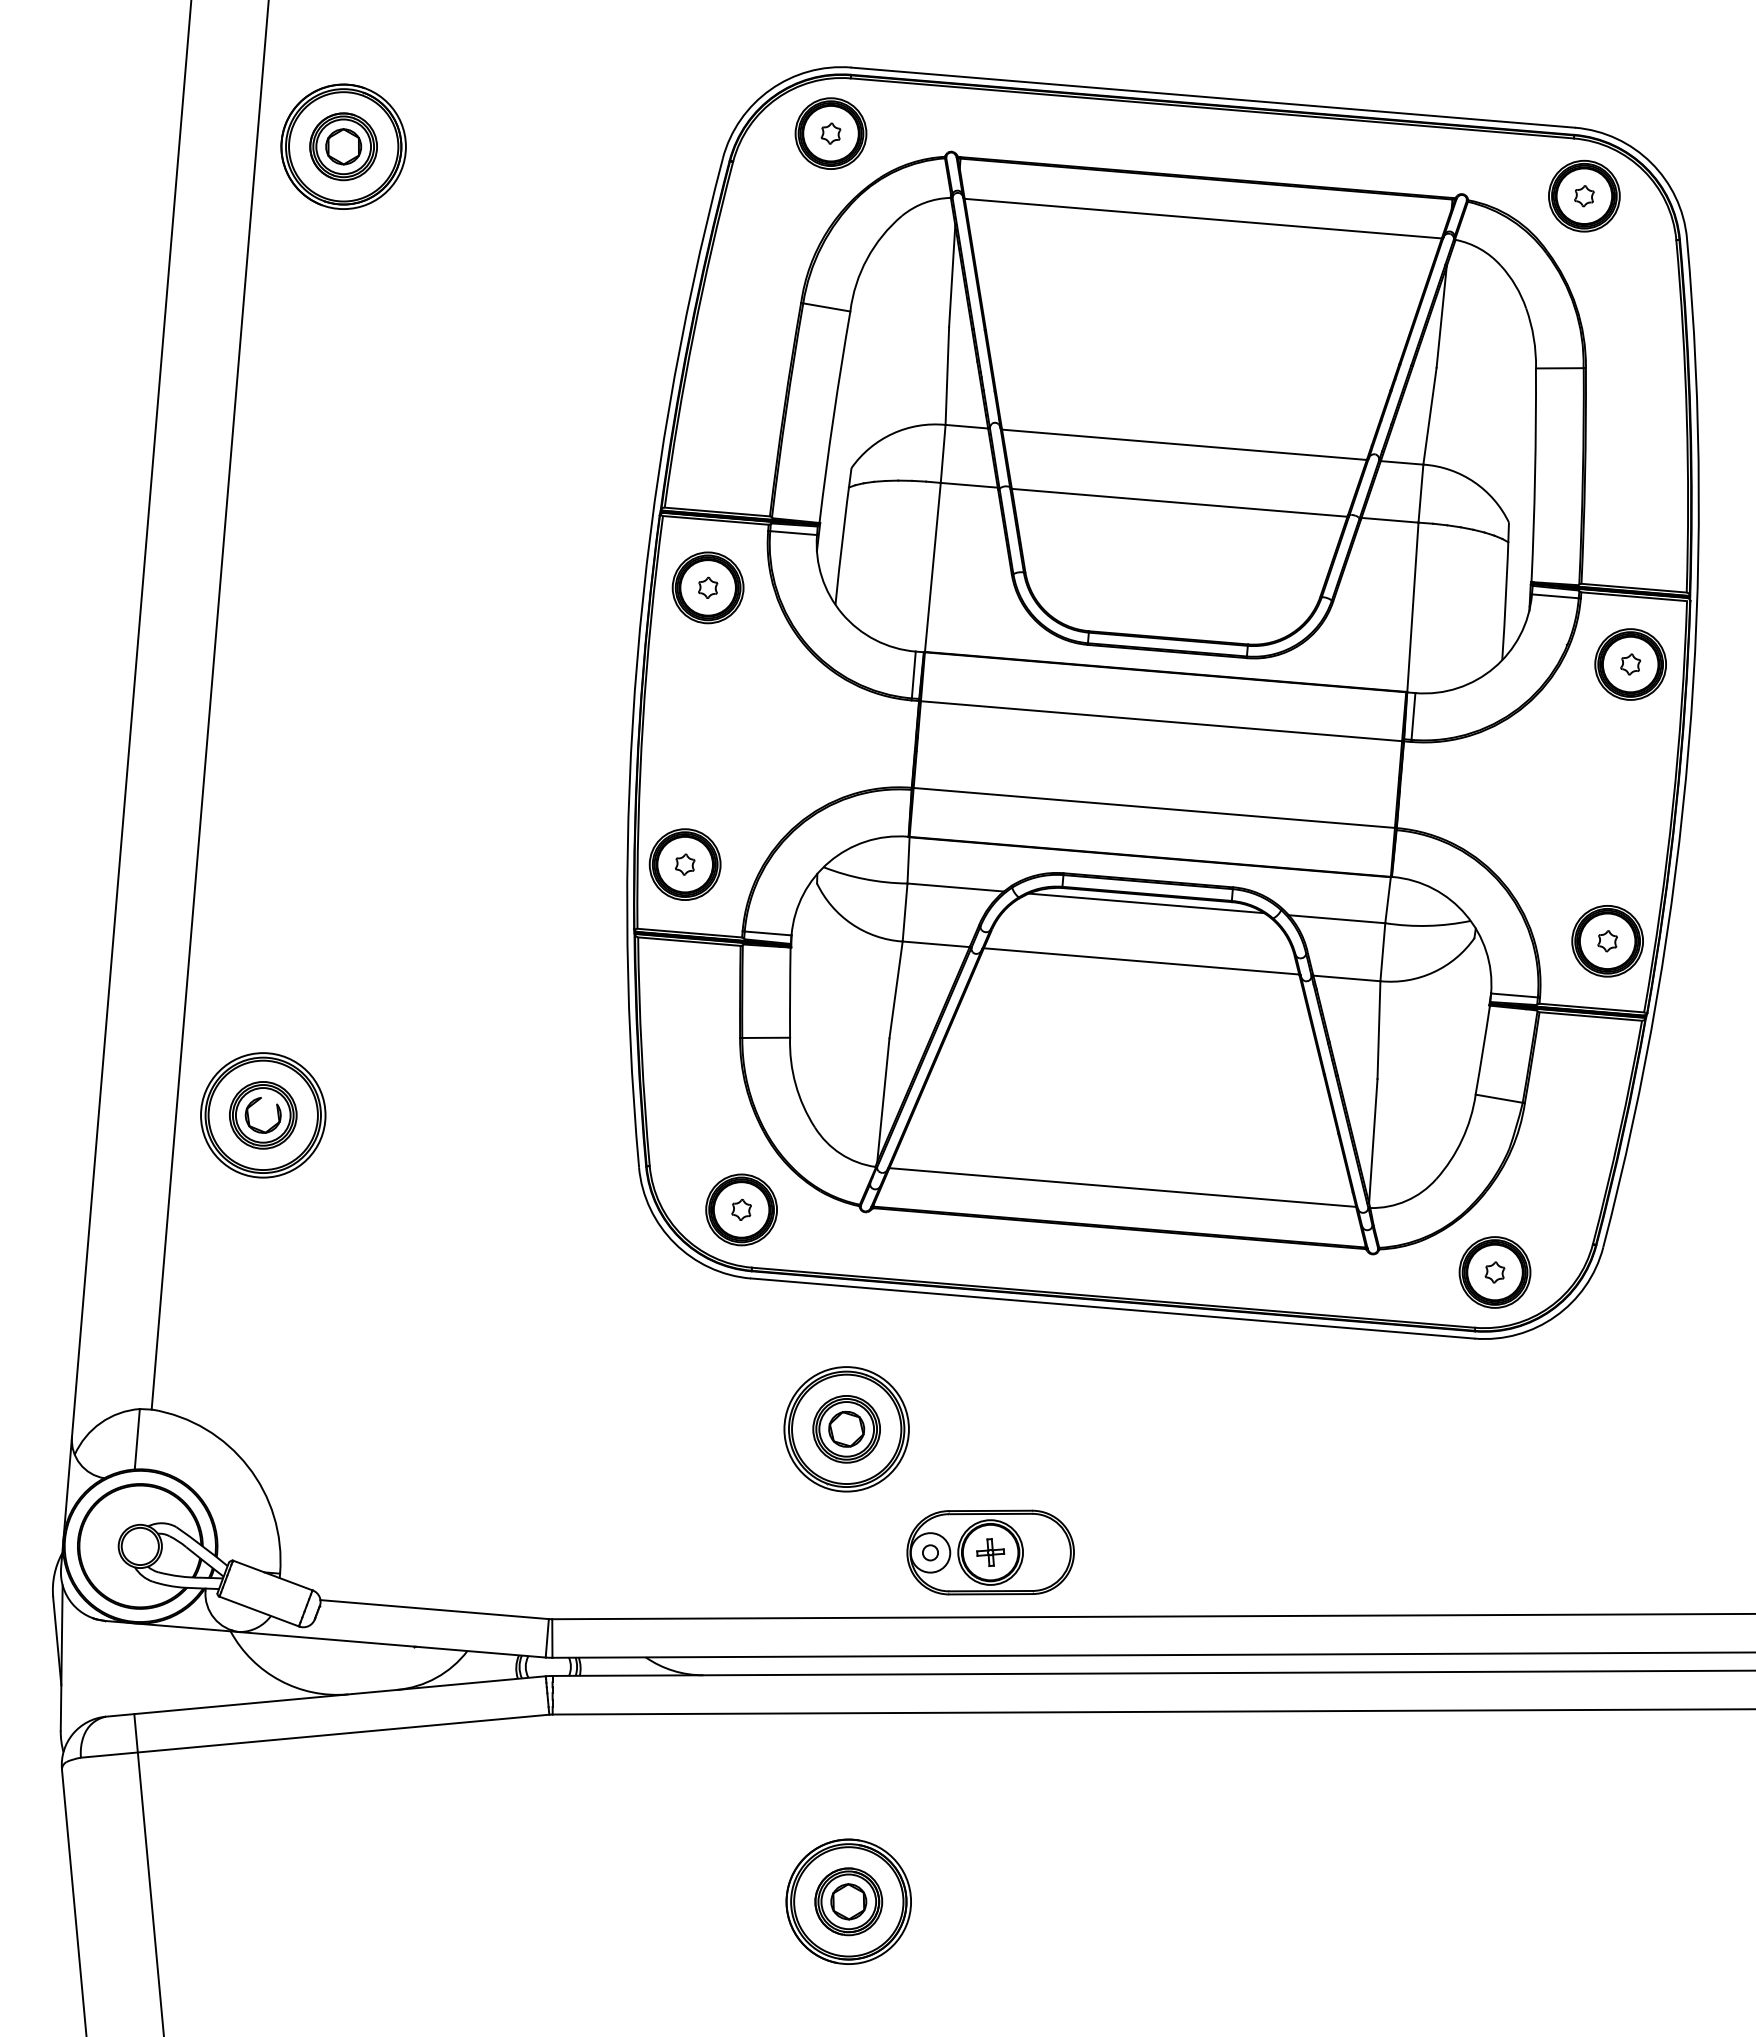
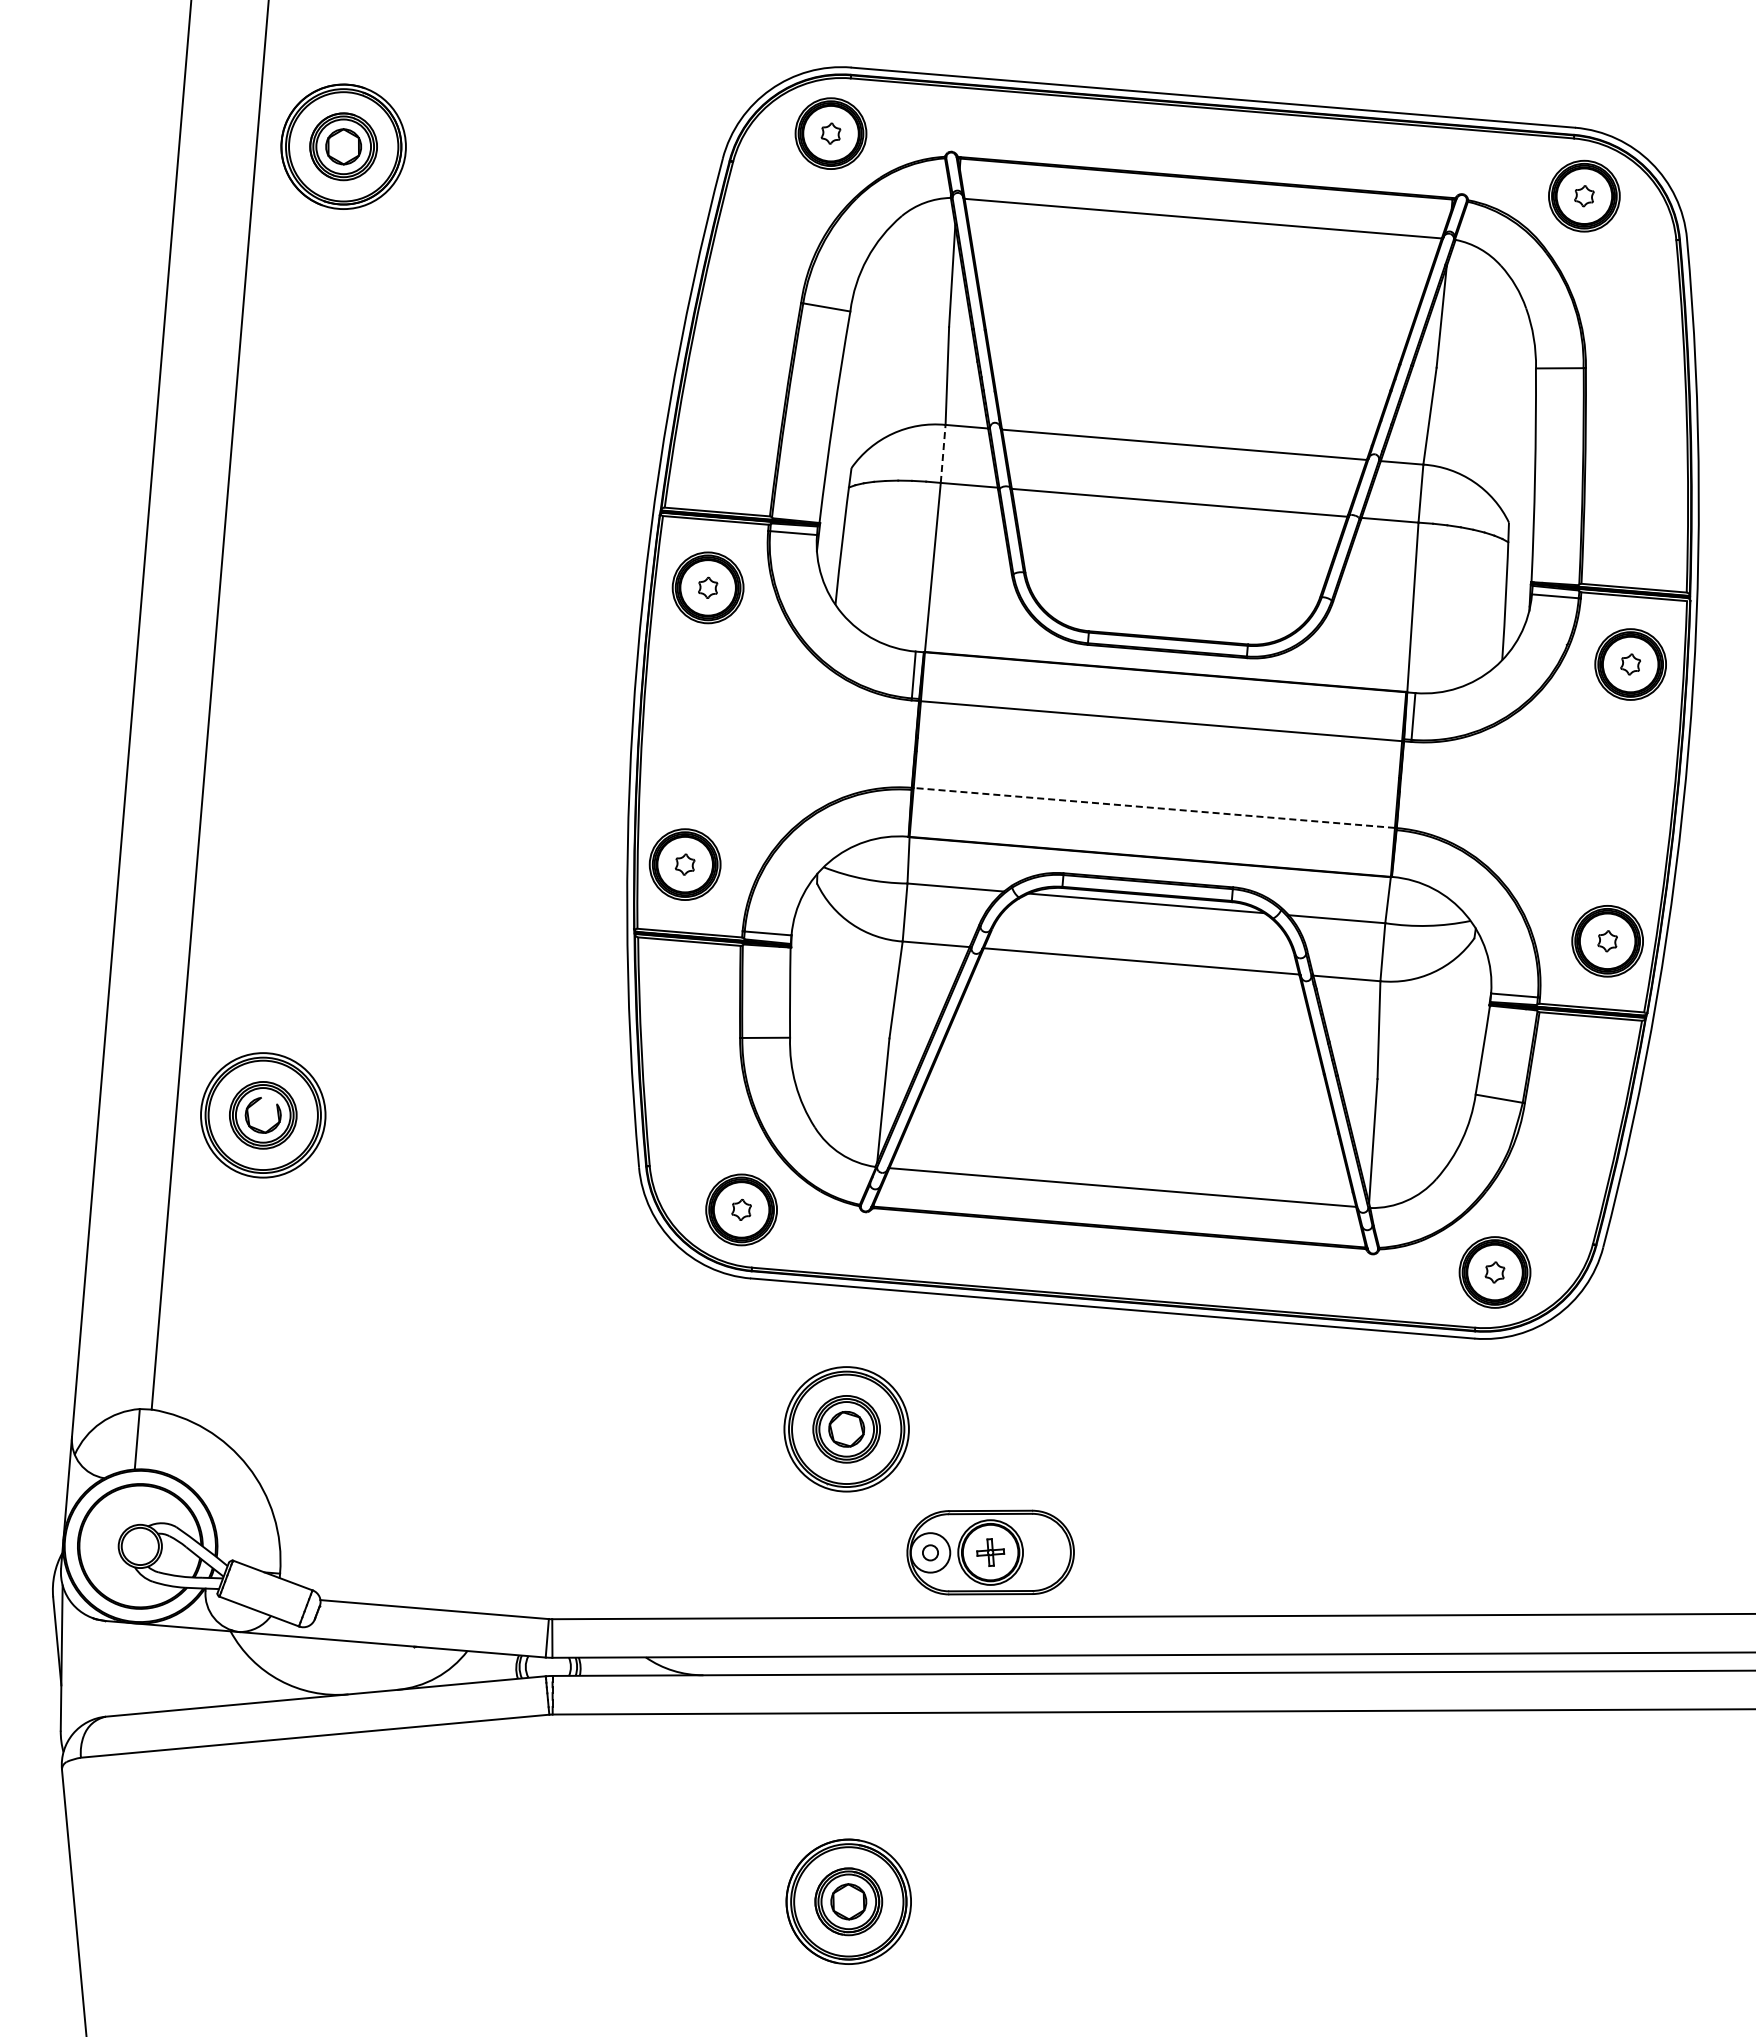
line at (943, 453): solid -> dashed
line at (1153, 807): solid -> dashed
line at (148, 1873): present -> none
